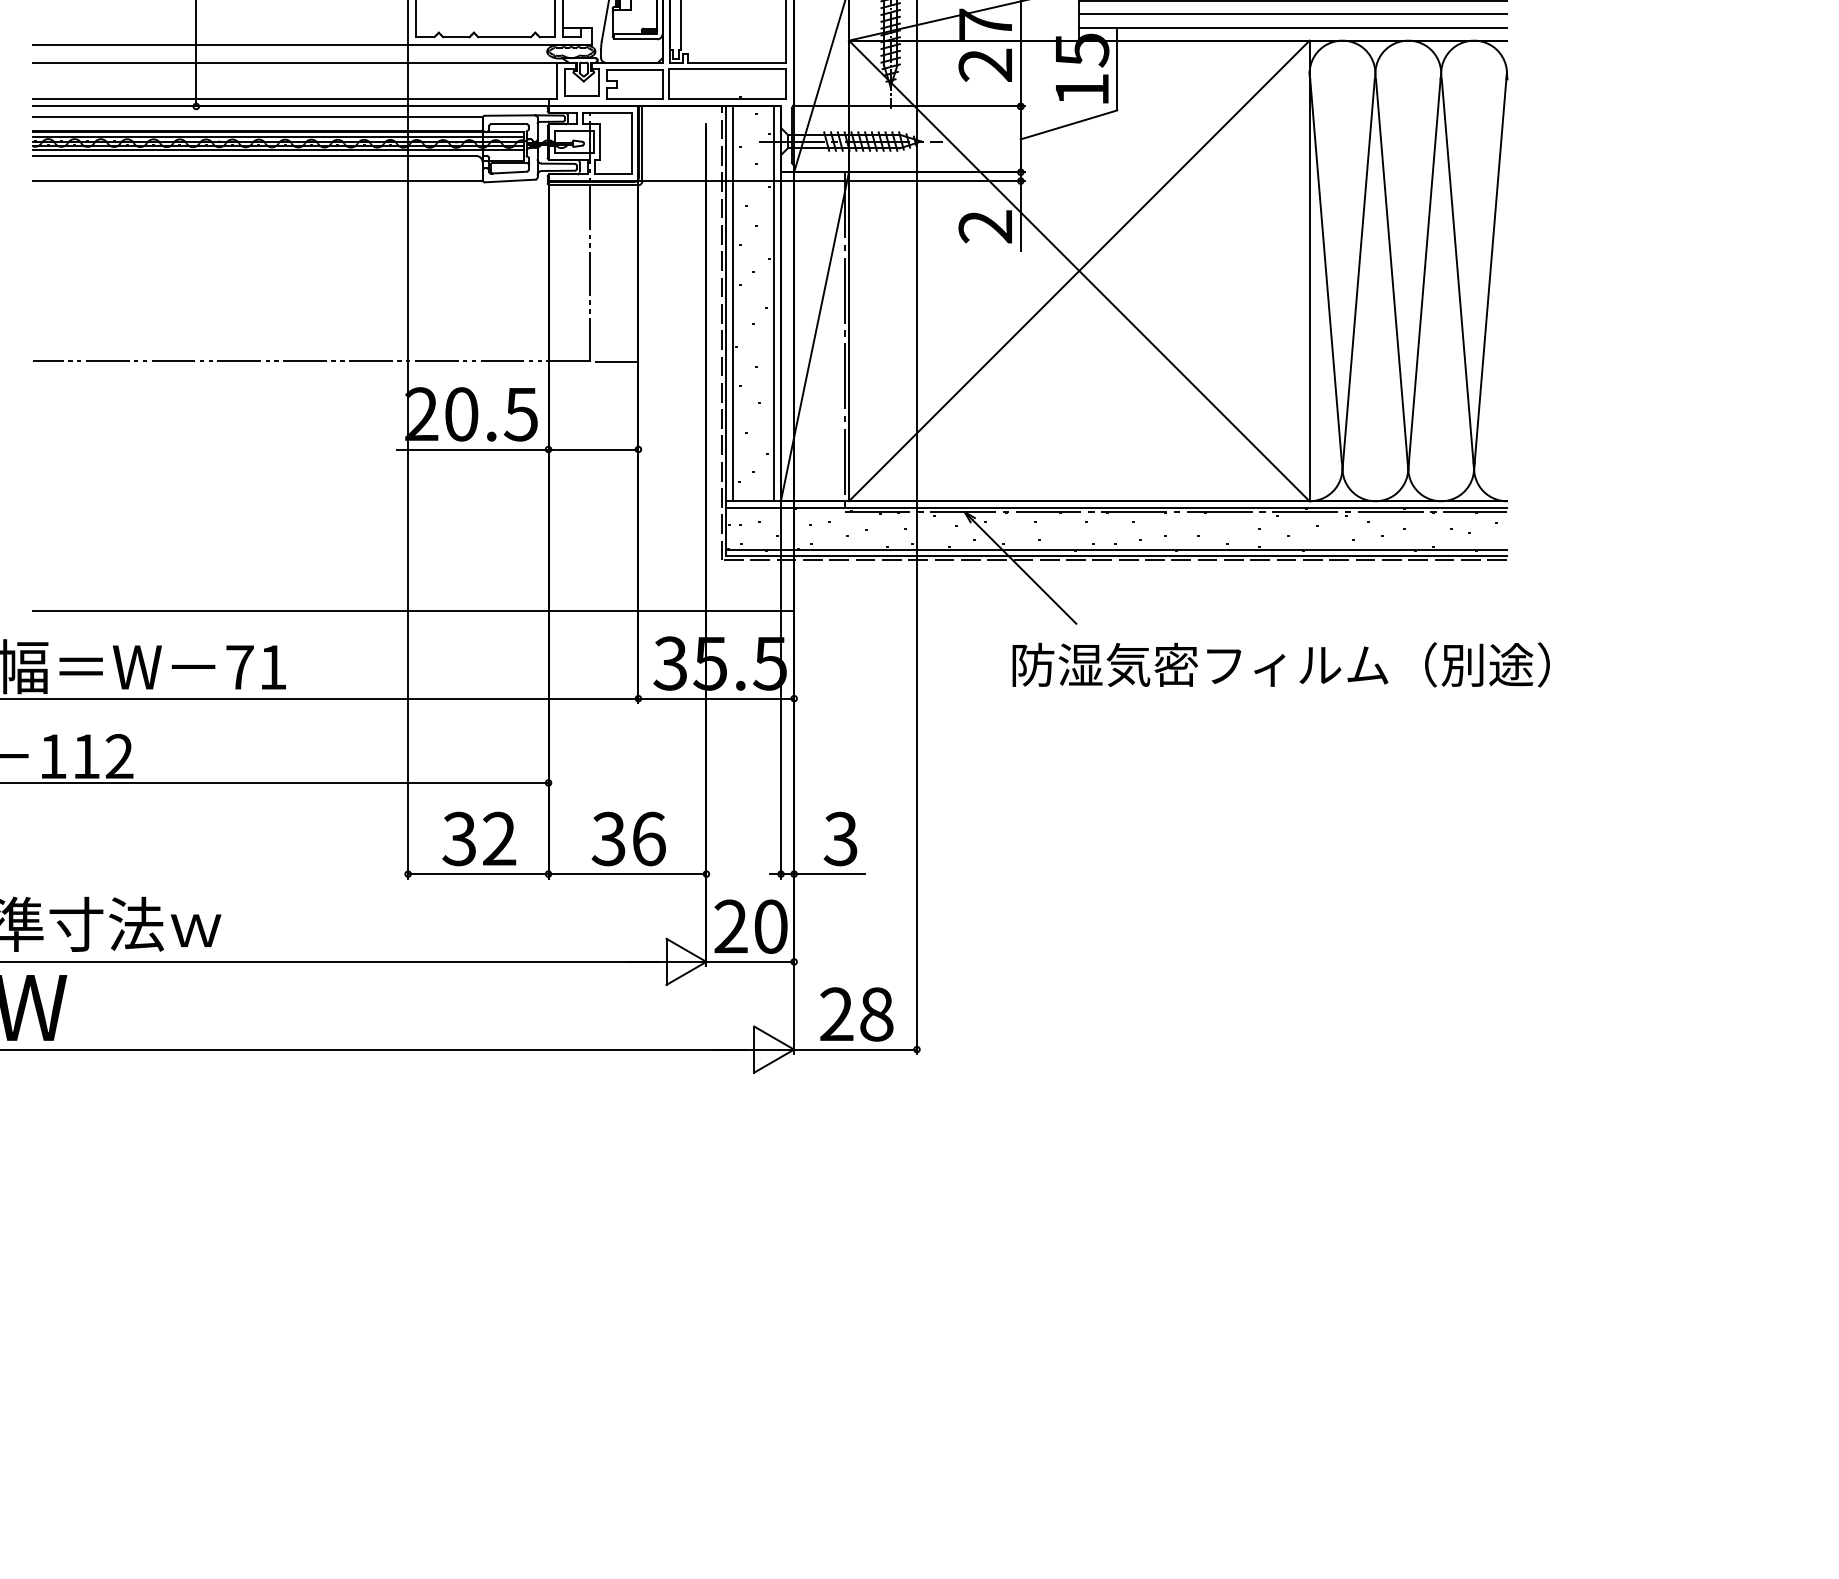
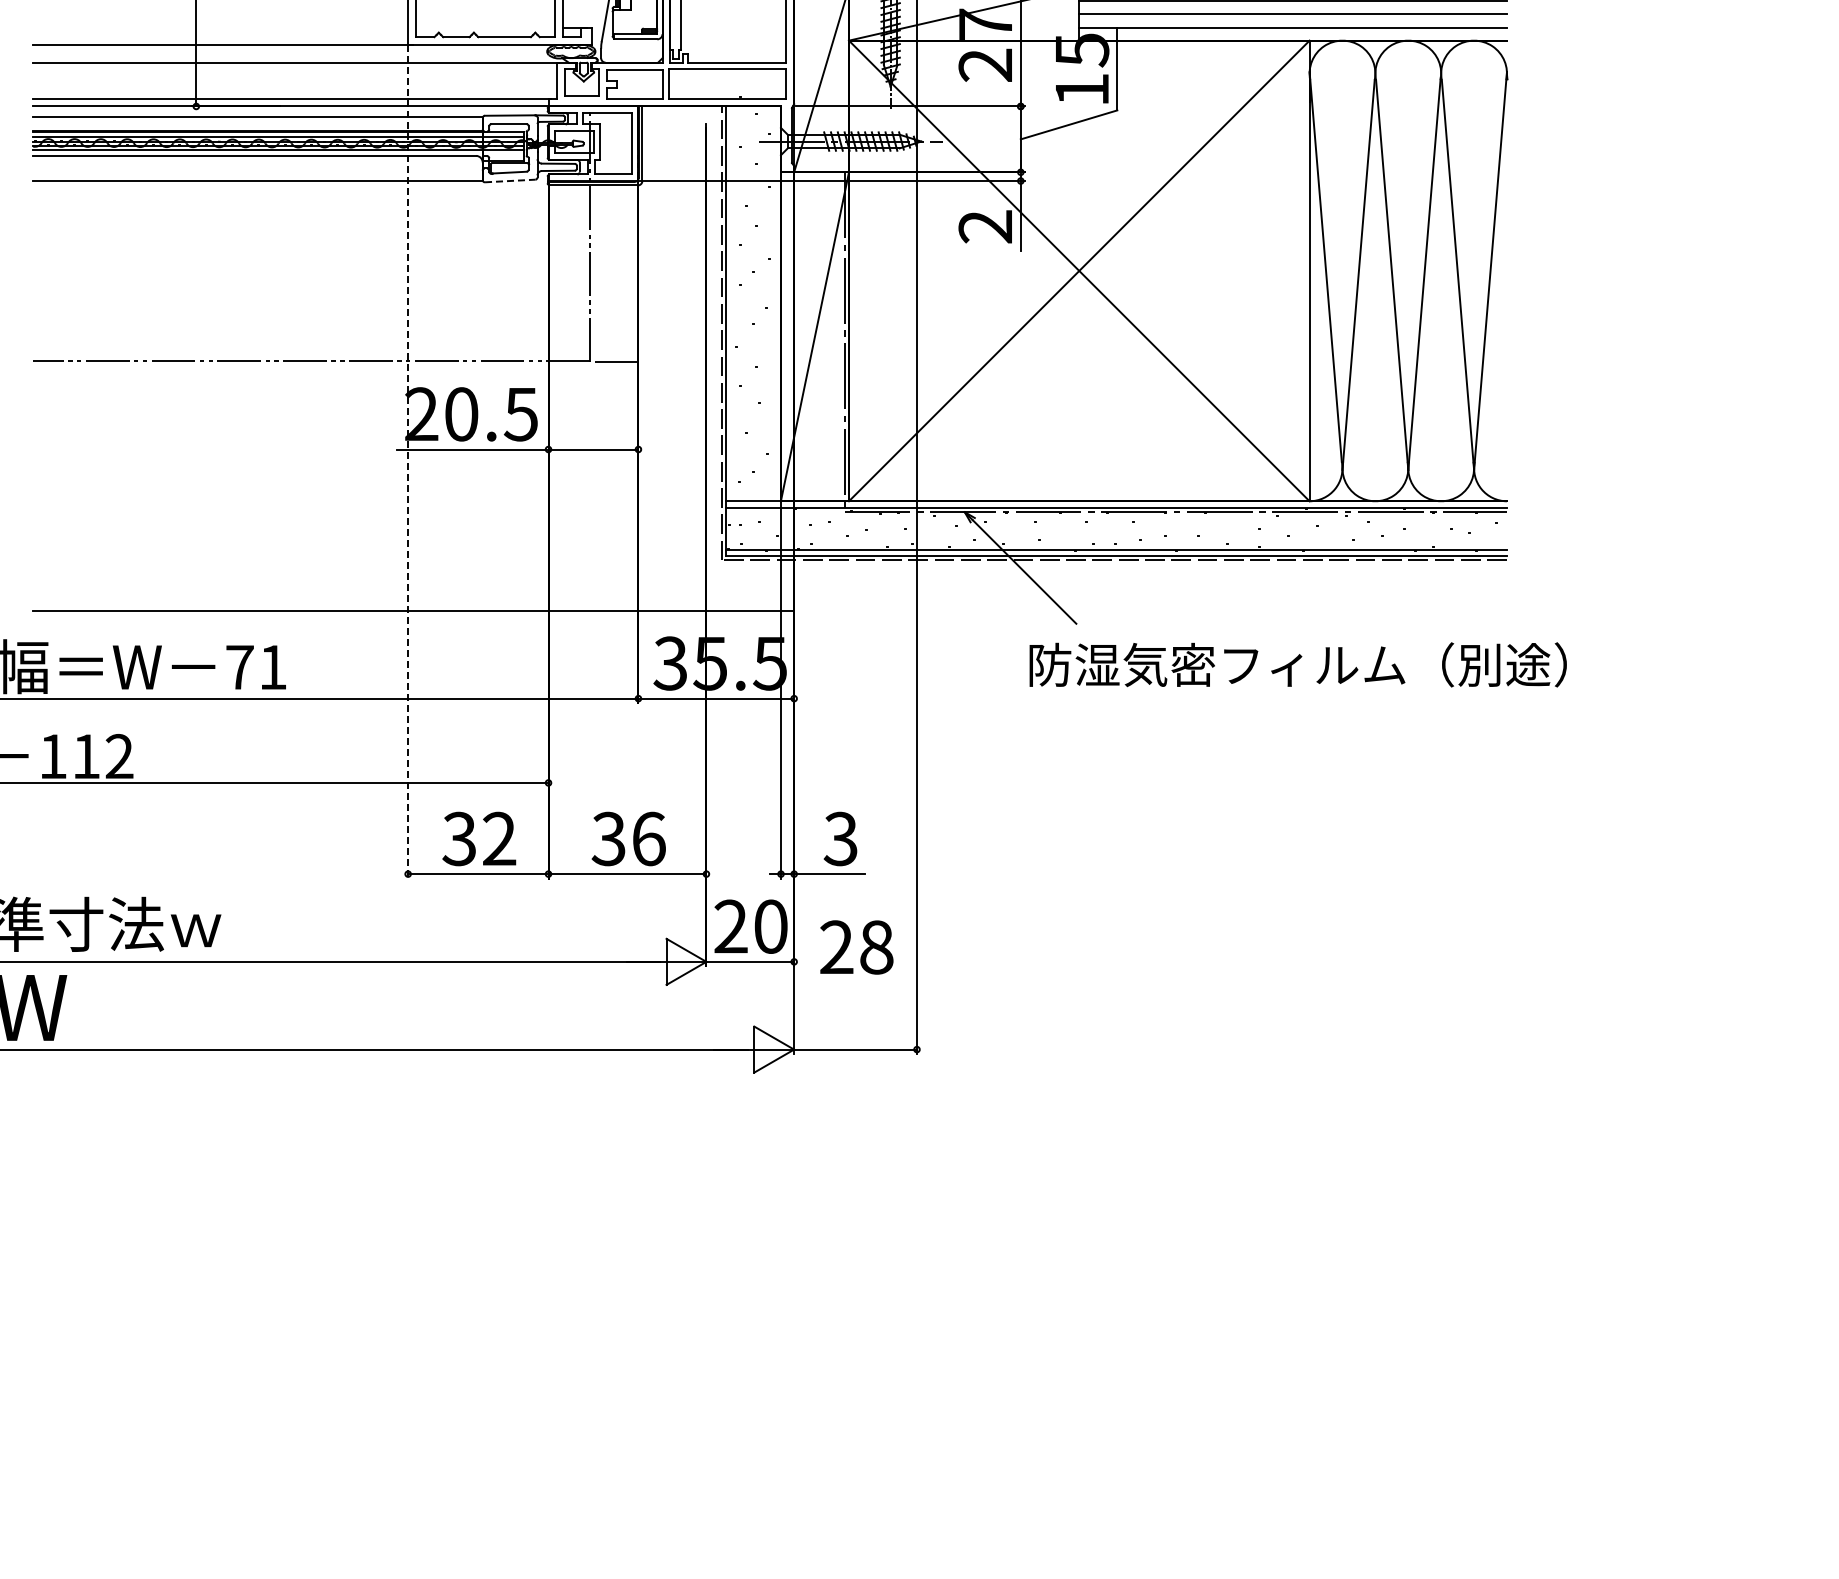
line at (510, 180): solid -> dashed
line at (732, 303): present -> none
line at (774, 303): present -> none
line at (408, 461): solid -> dashed
text at (1280, 664) position: (1280, 664) -> (1297, 664)
text at (856, 1014) position: (856, 1014) -> (856, 947)
